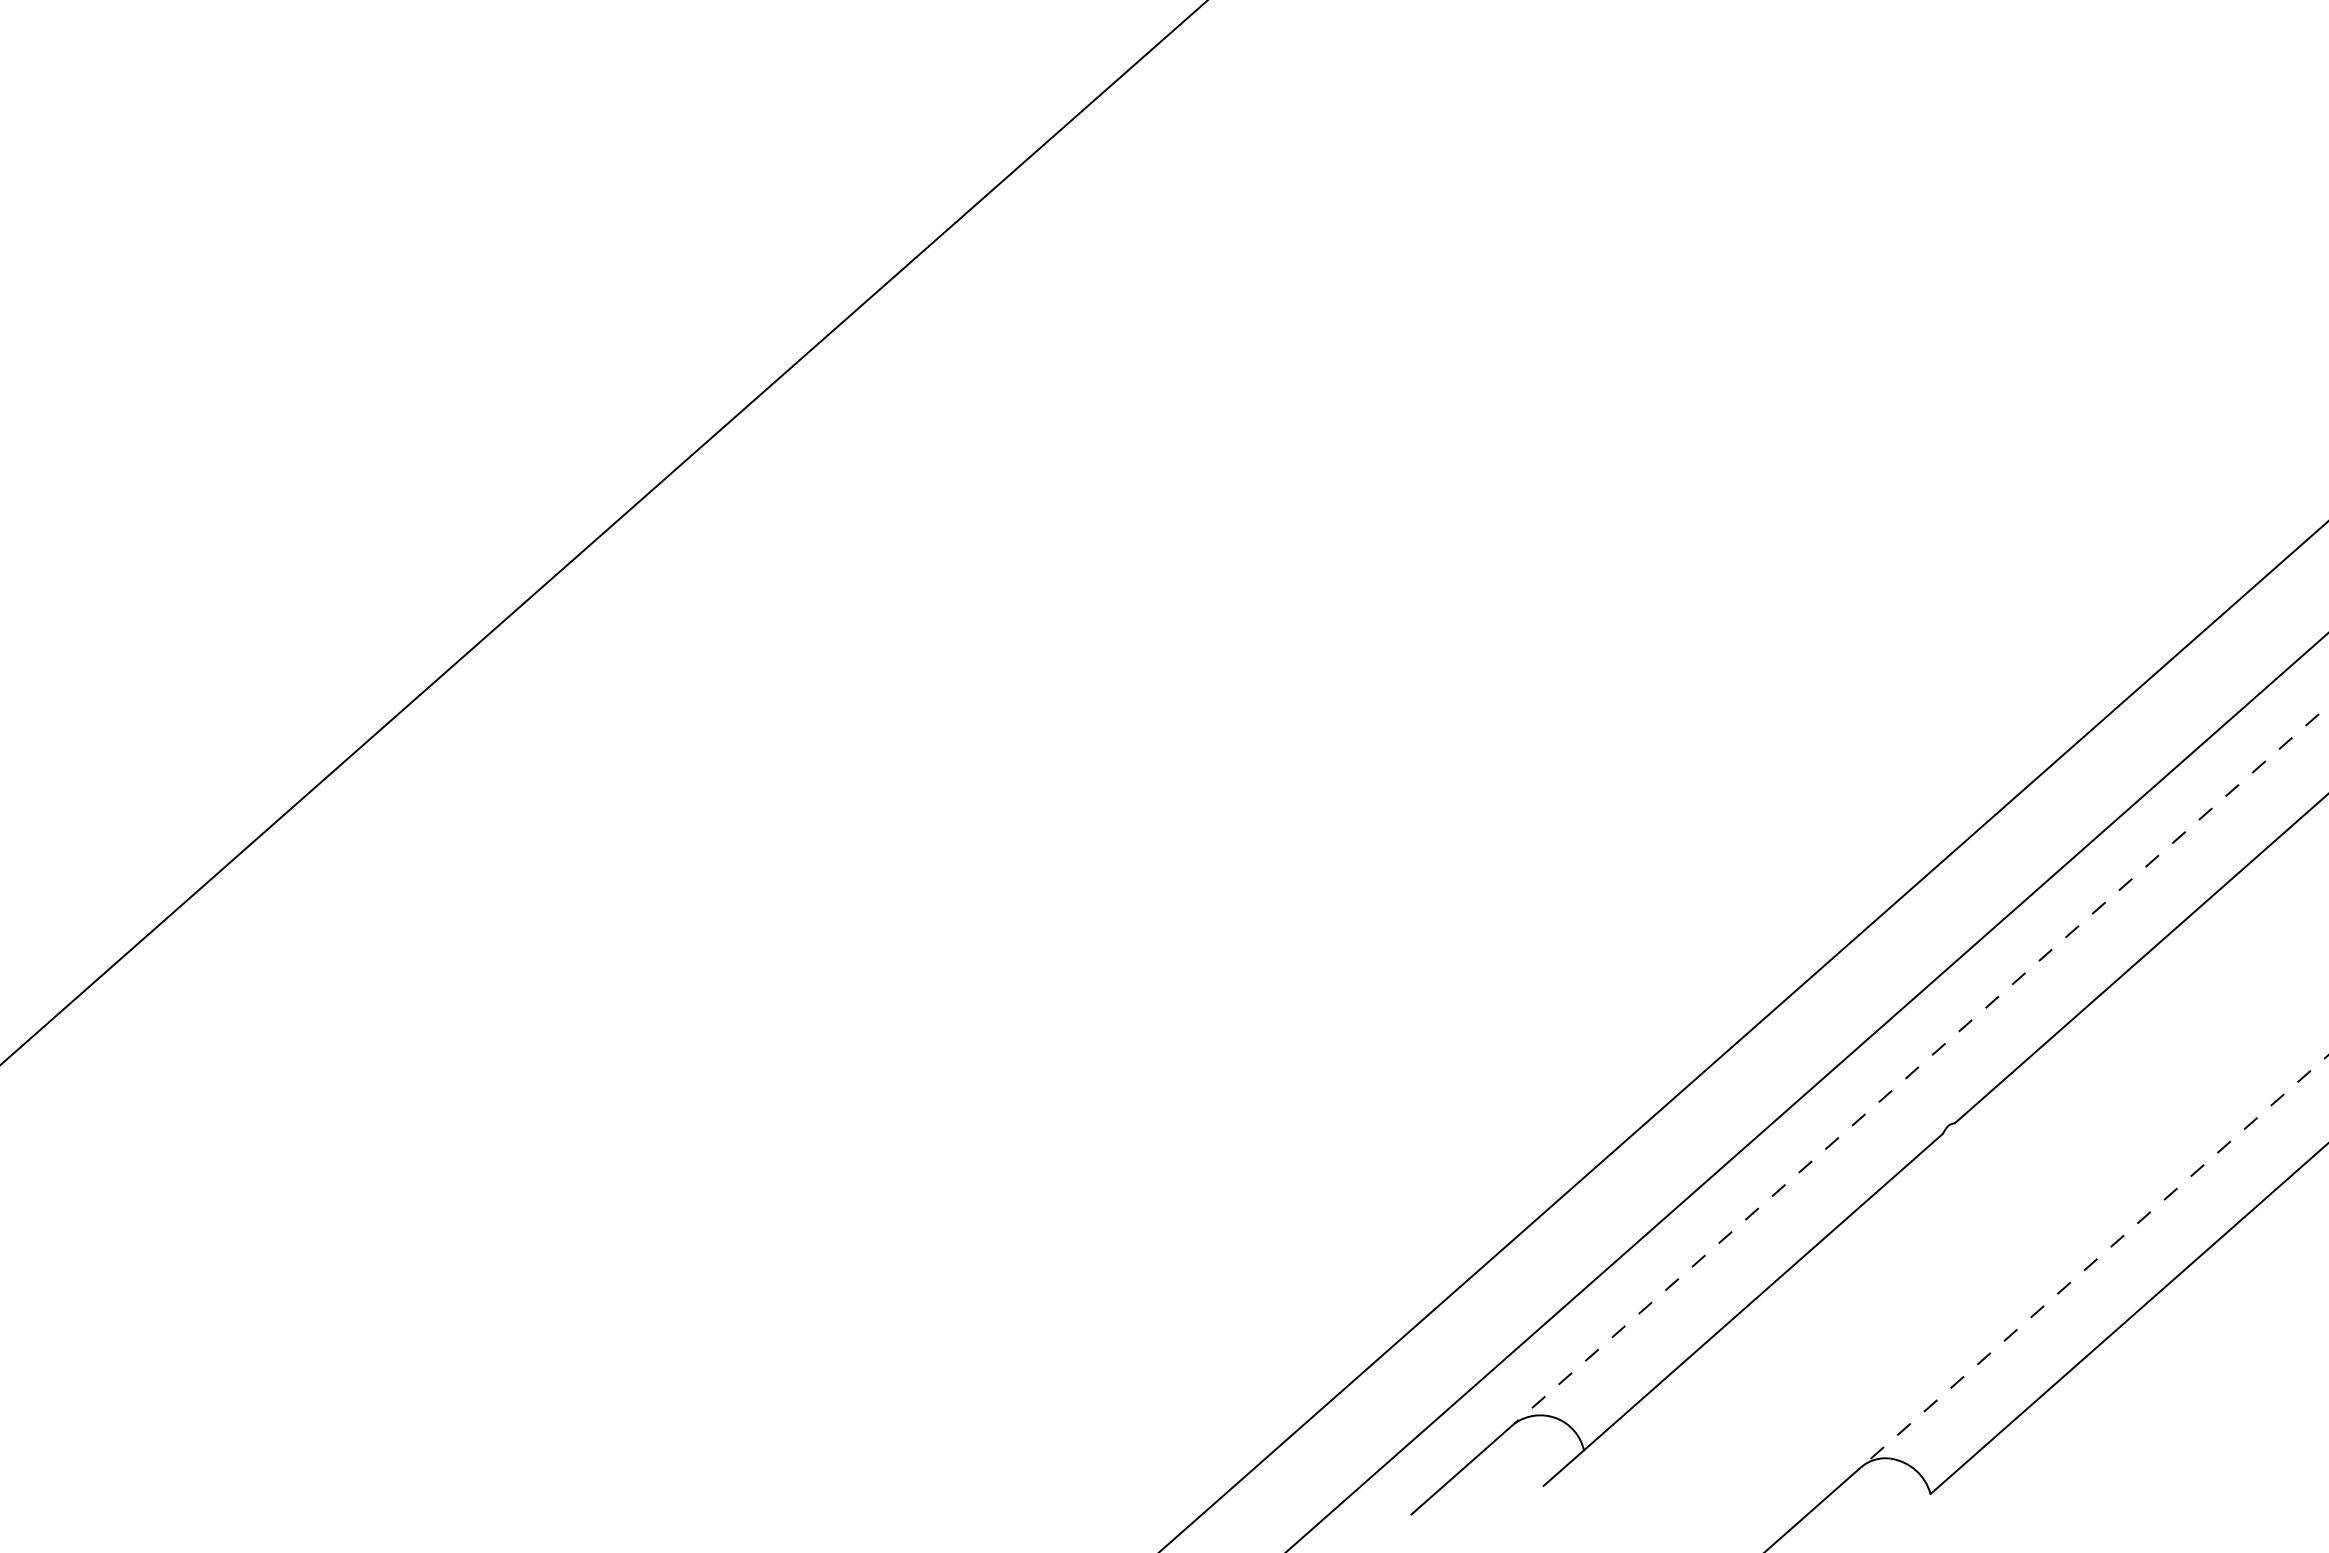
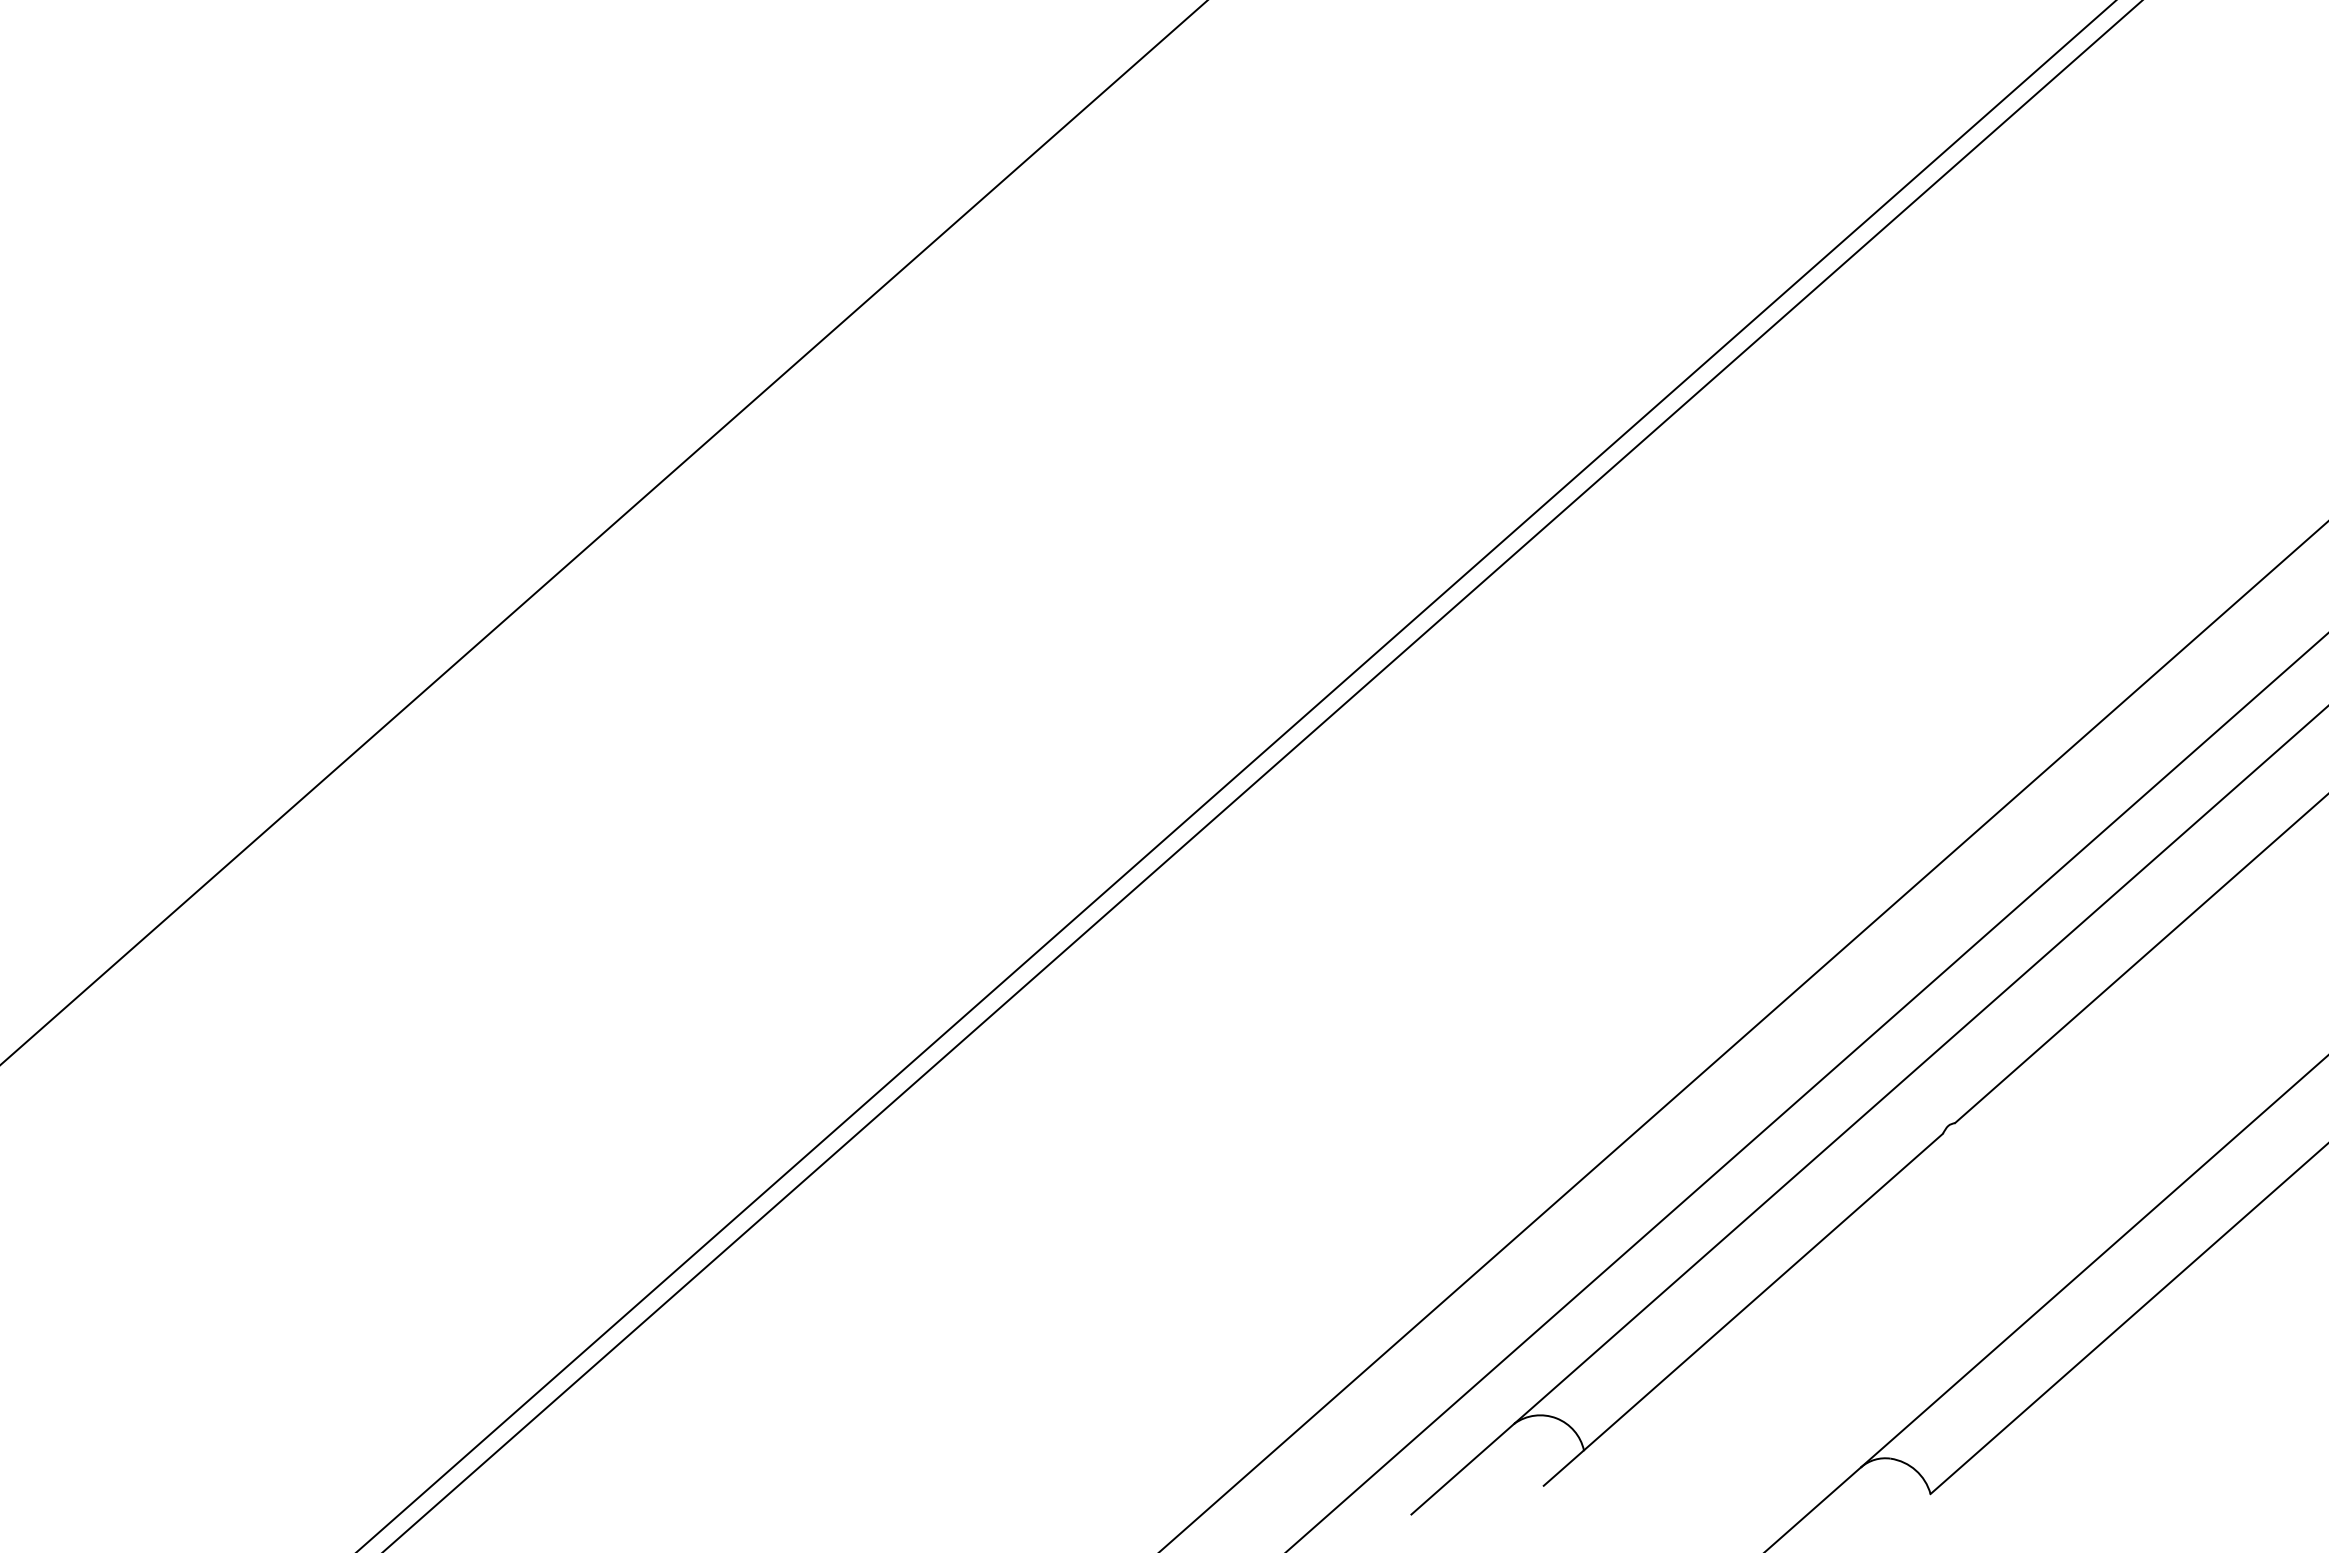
line at (1236, 775): none -> present
line at (1262, 775): none -> present
line at (1921, 1064): dashed -> solid
line at (2094, 1261): dashed -> solid
